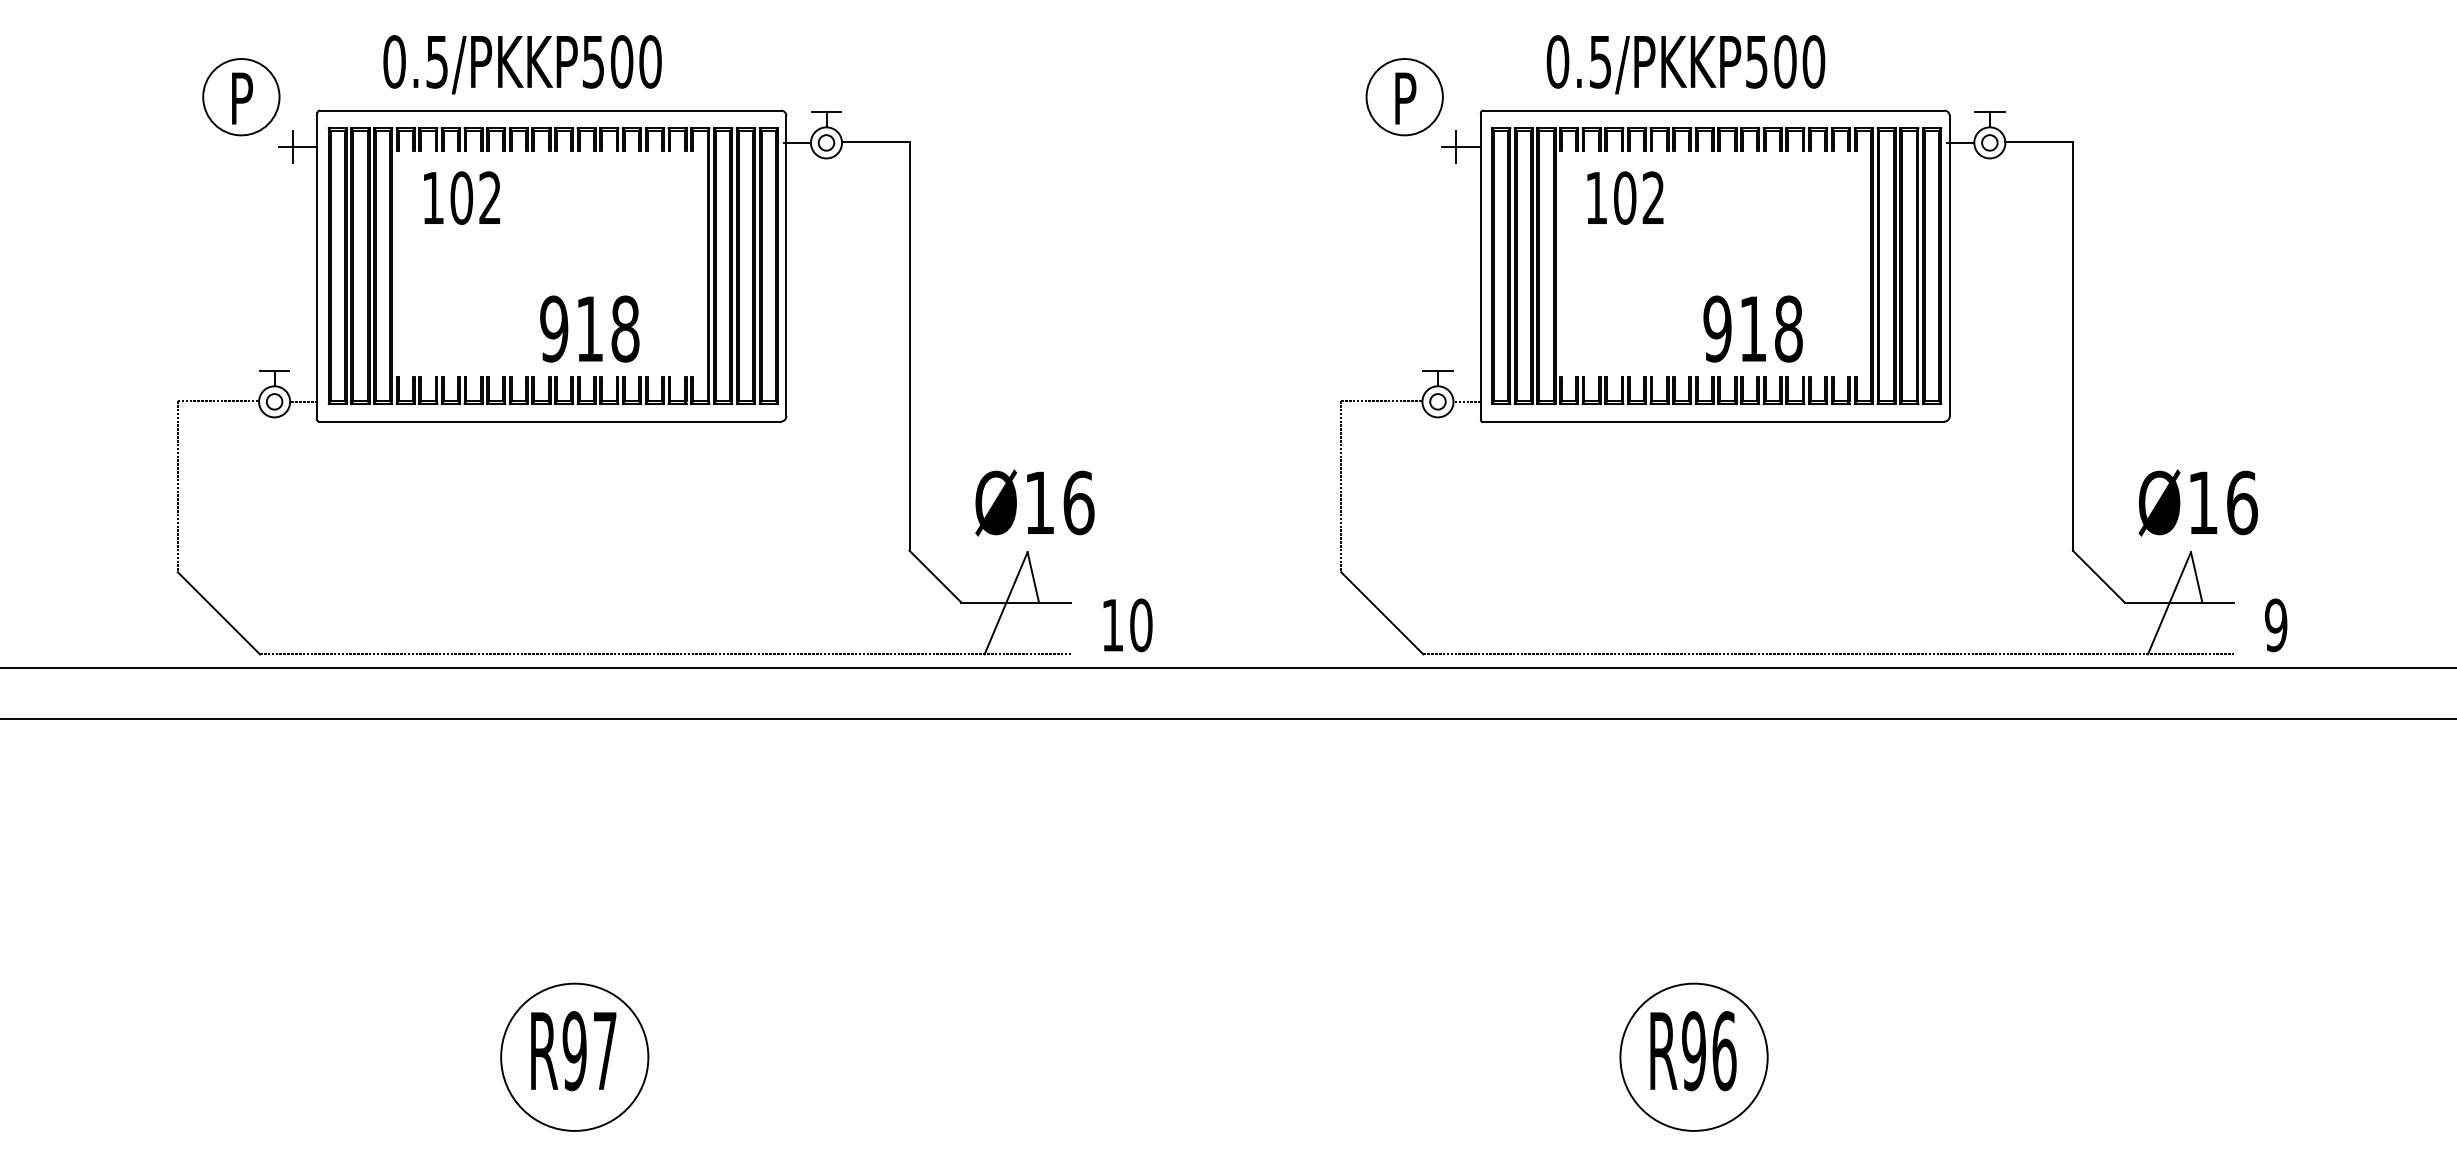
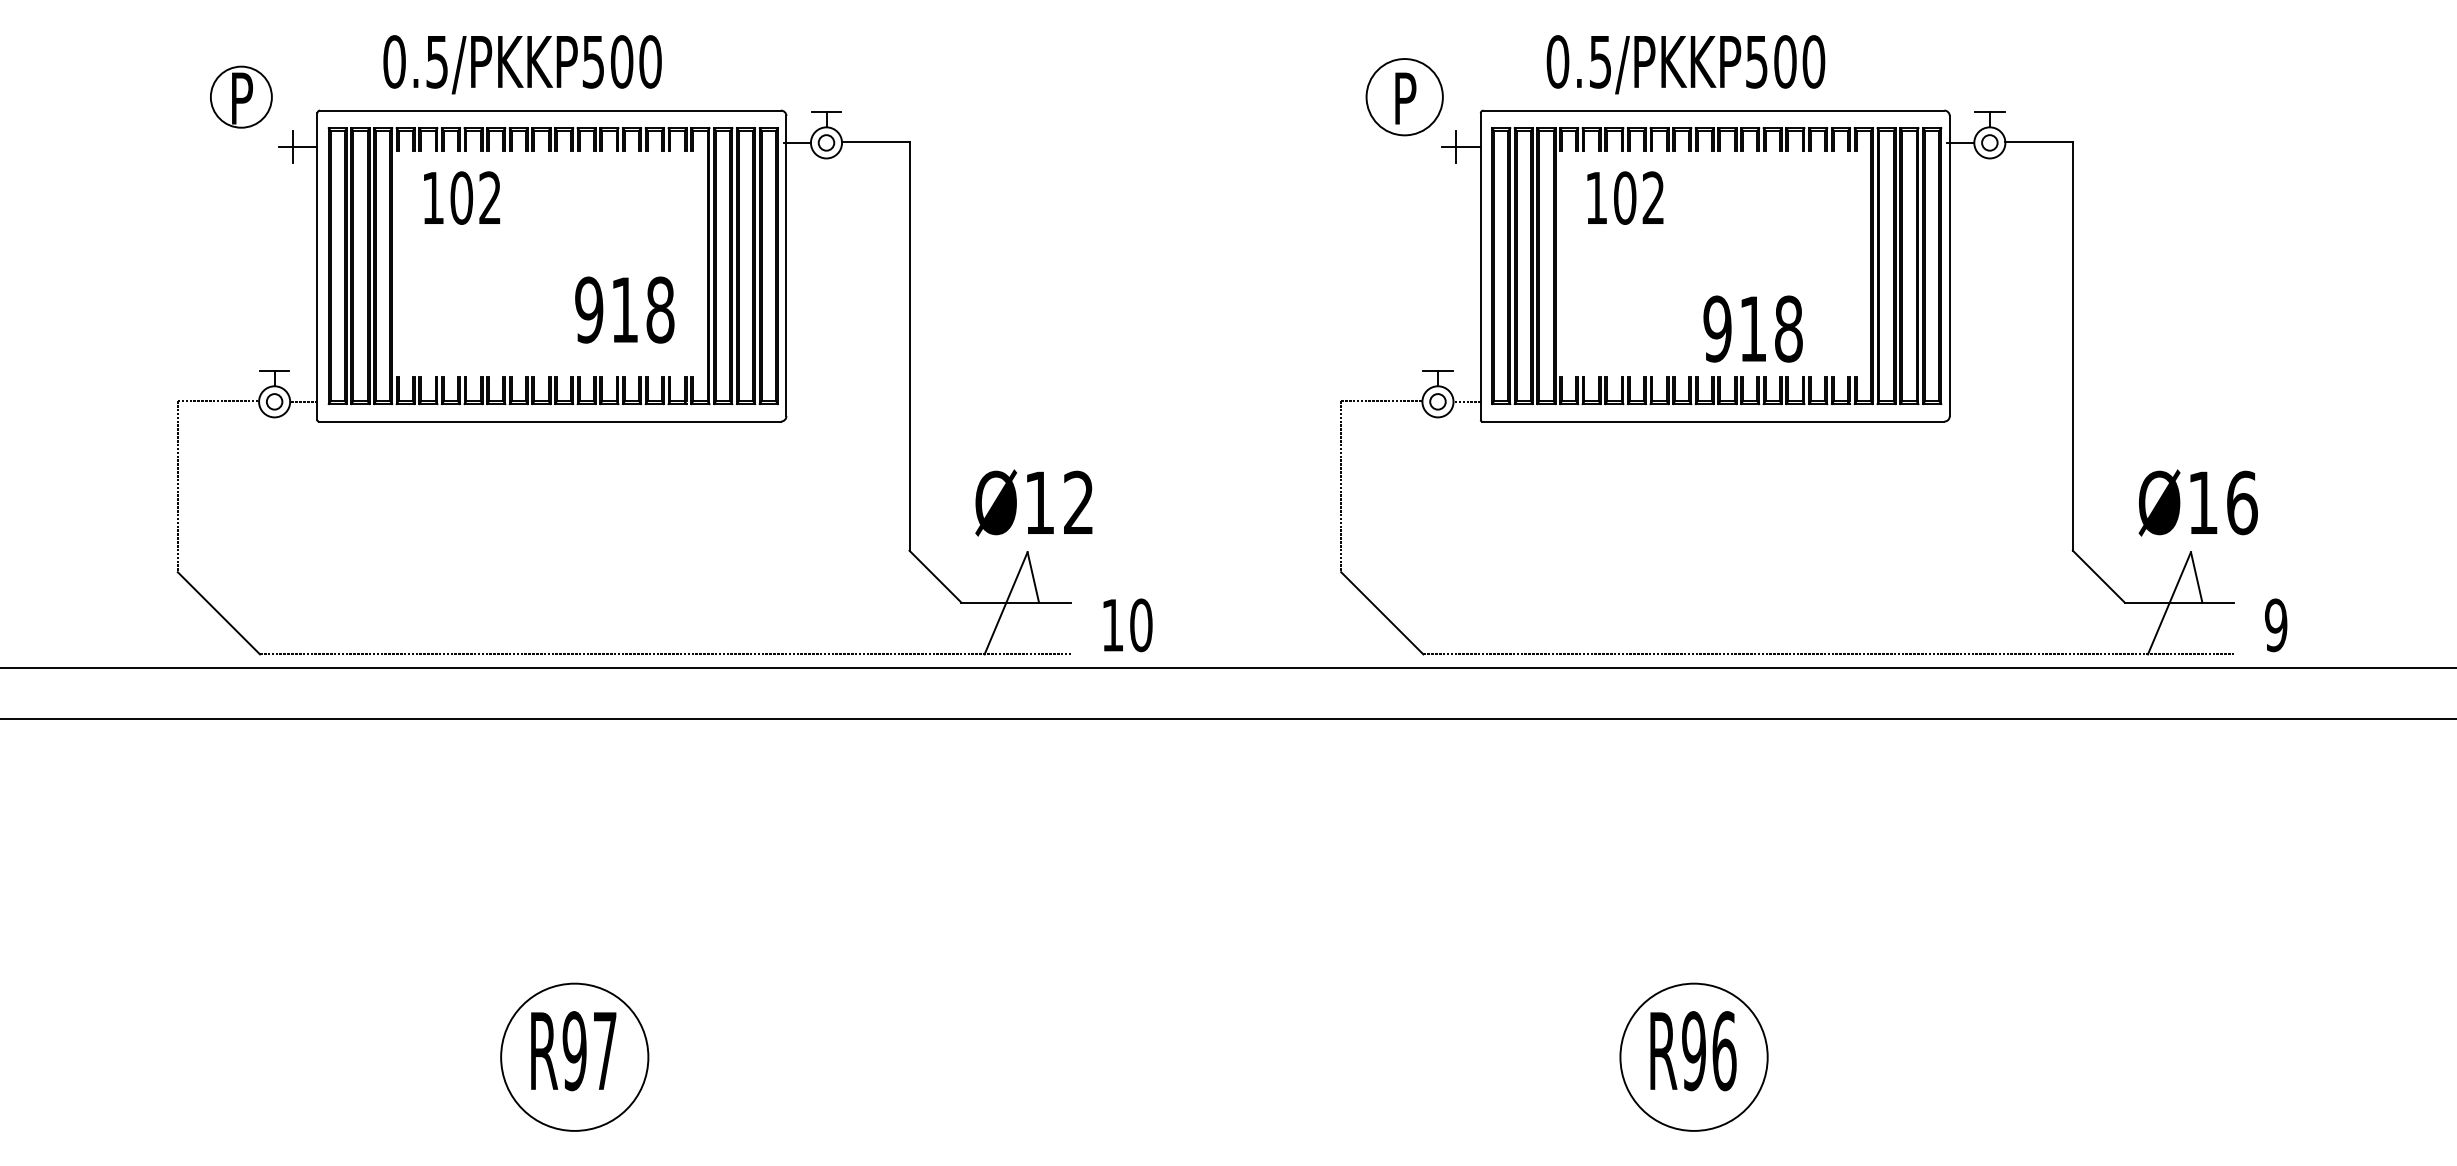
circle at (241, 97) diameter: 76 px -> 61 px
text at (589, 328) position: (589, 328) -> (624, 309)
text at (1078, 502): Ø16 -> Ø12
